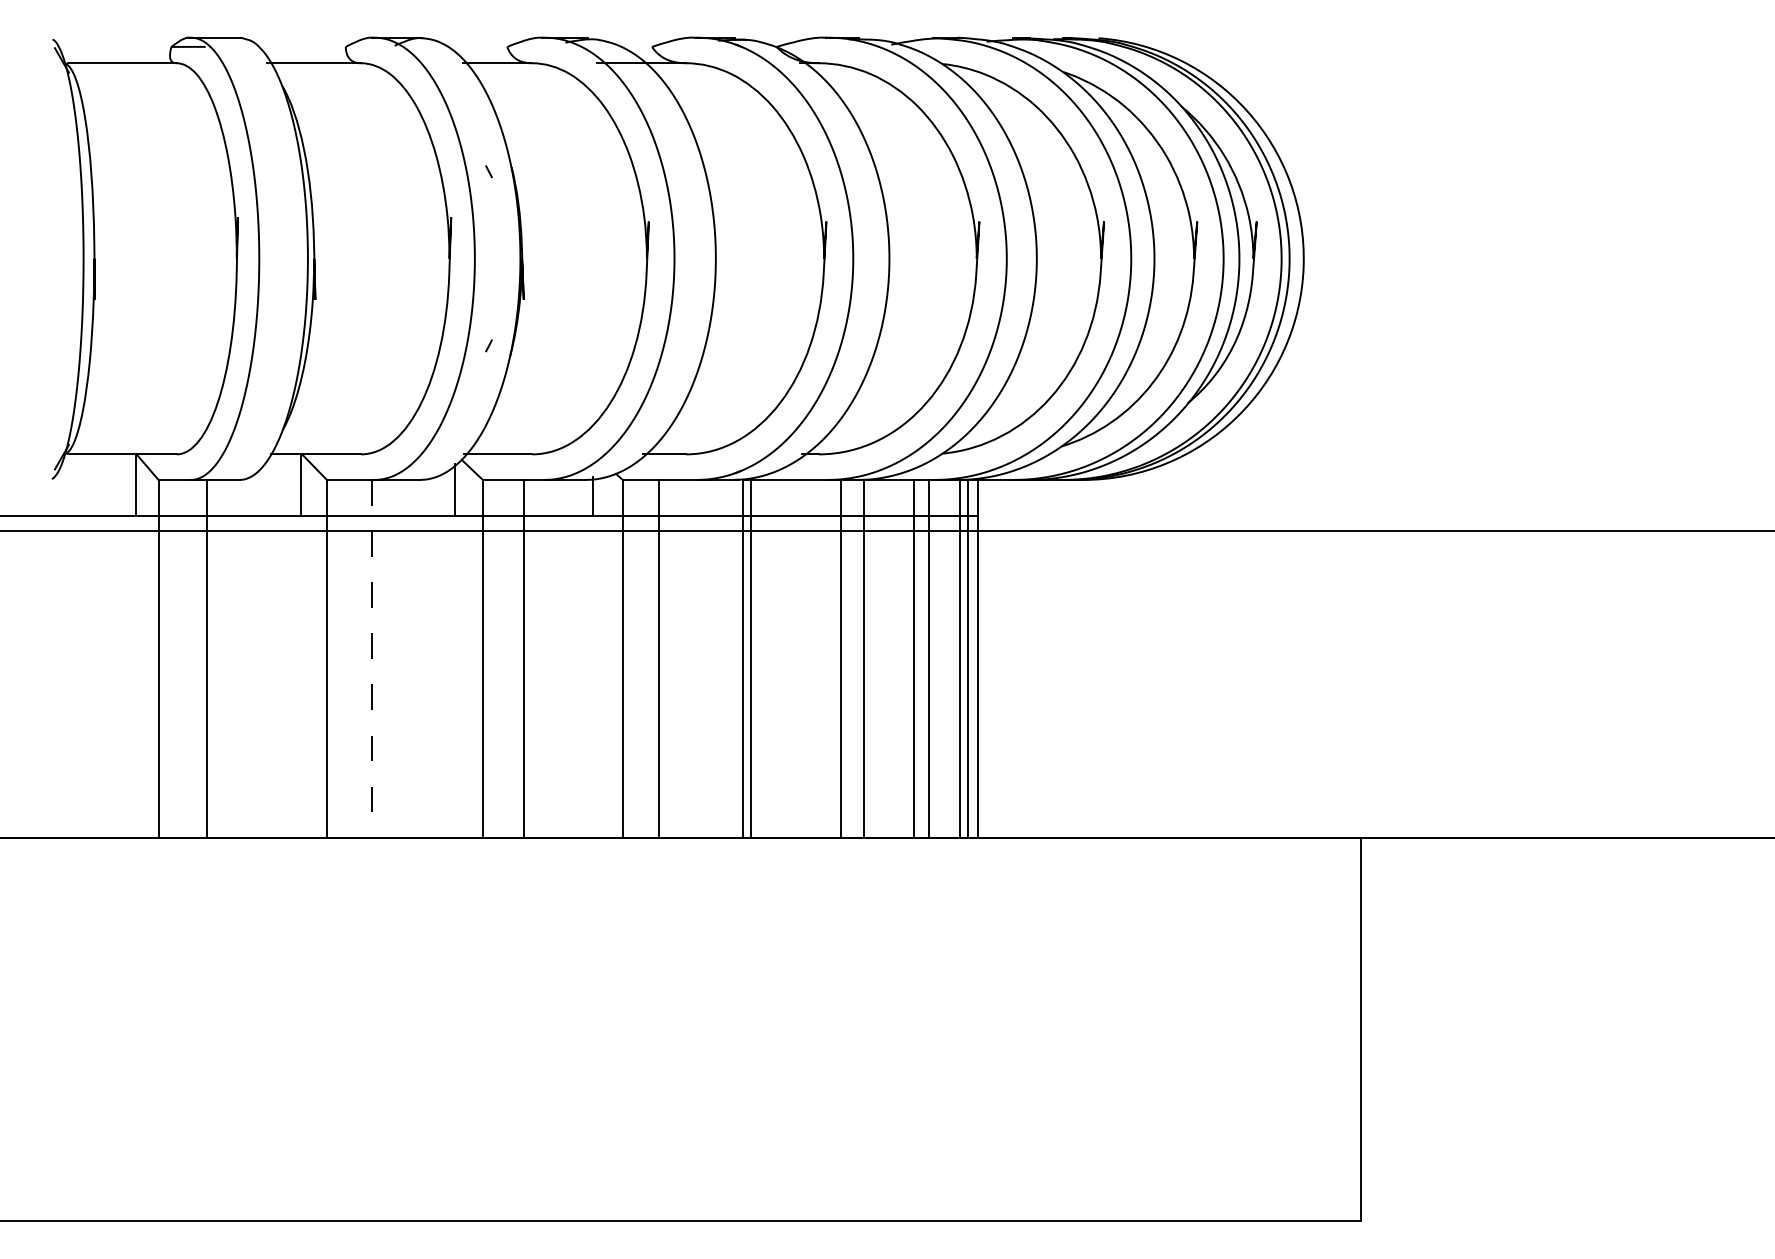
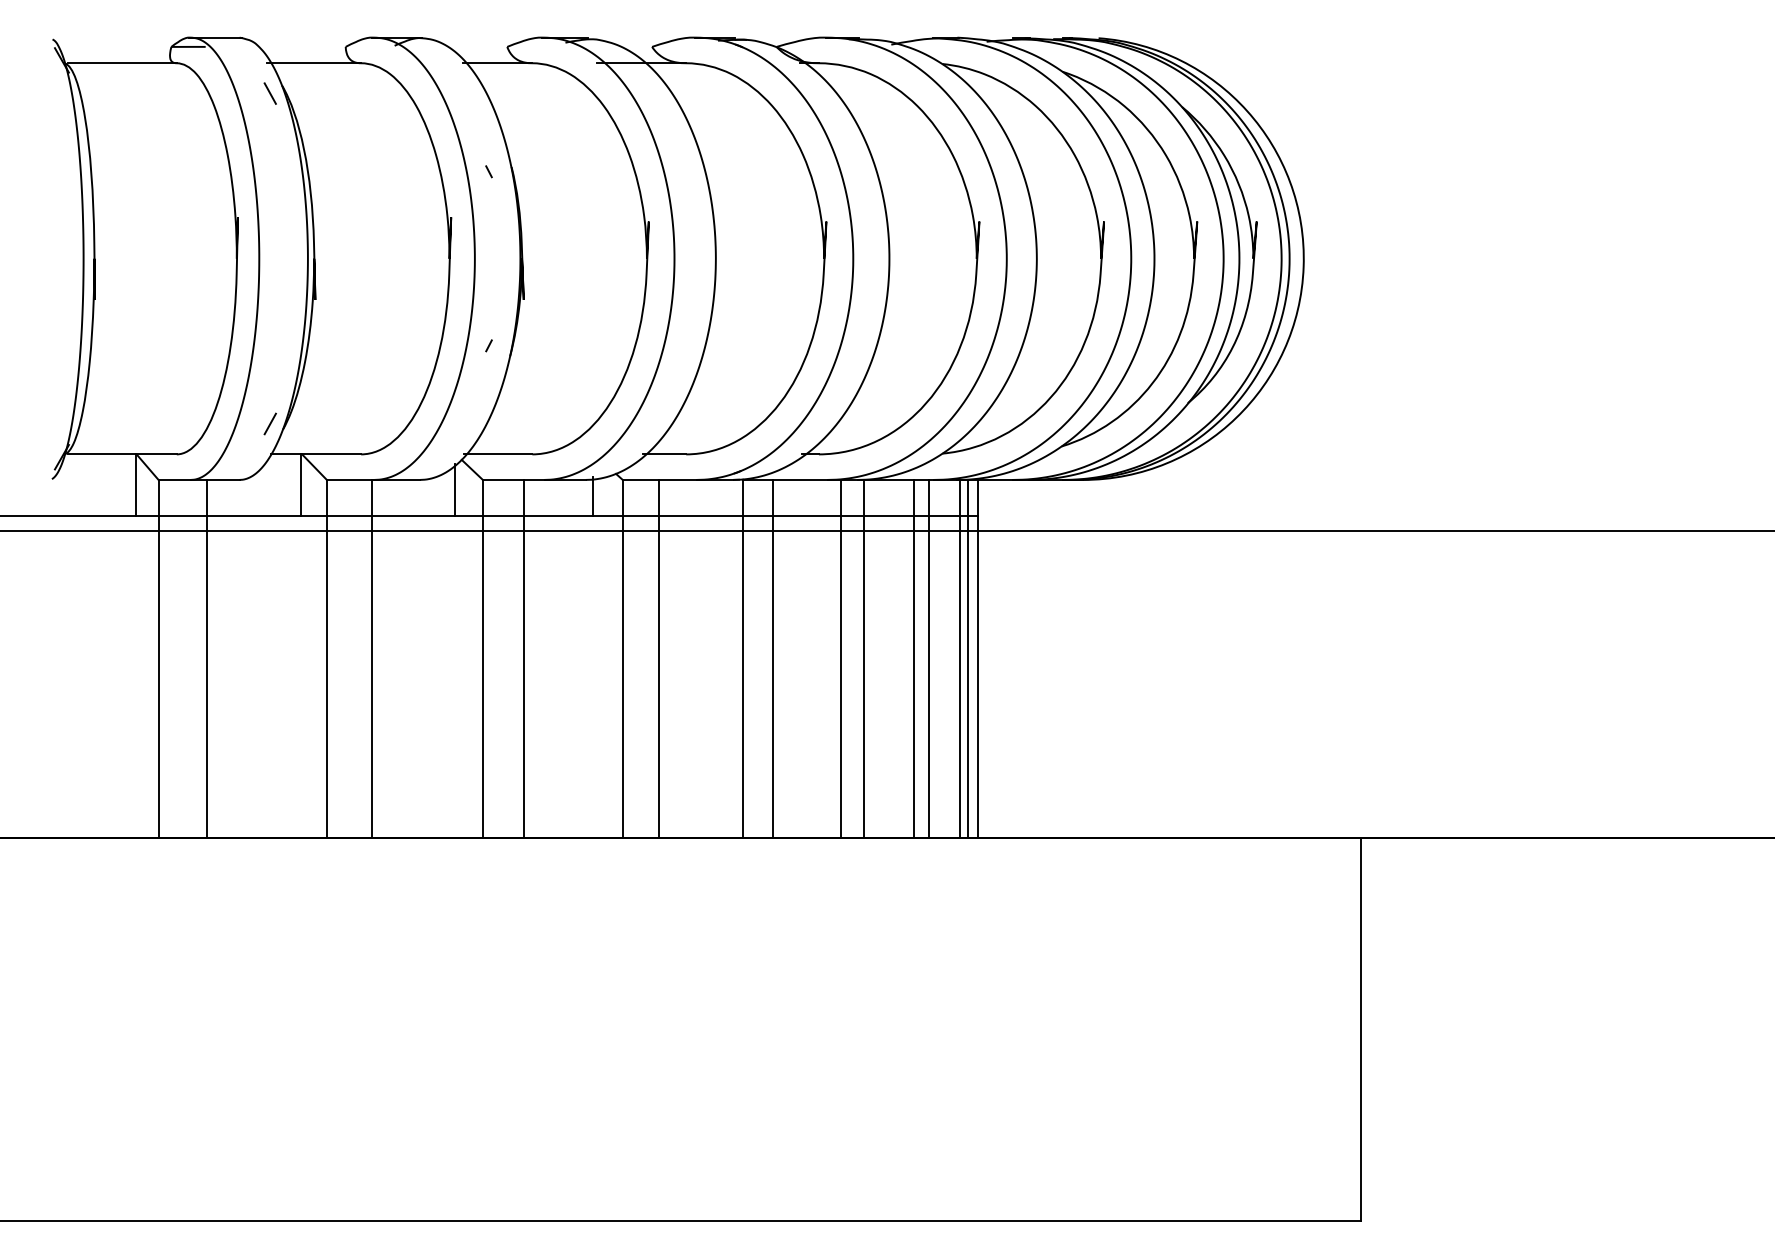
line at (269, 93): none -> present
line at (269, 423): none -> present
line at (372, 658): dashed -> solid
line at (751, 658) position: (751, 658) -> (773, 658)
